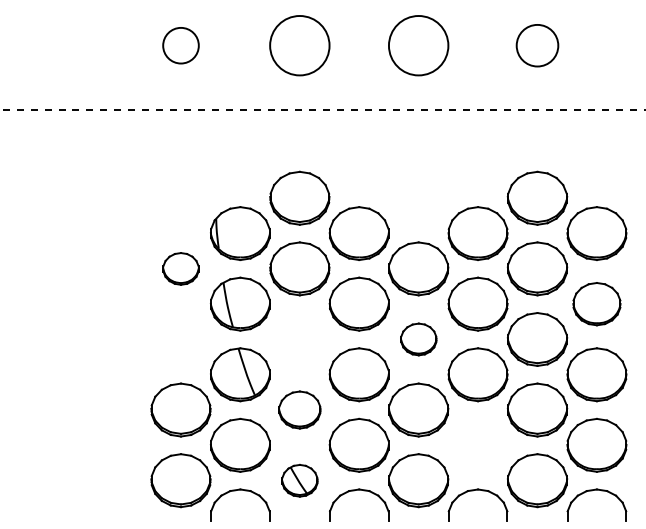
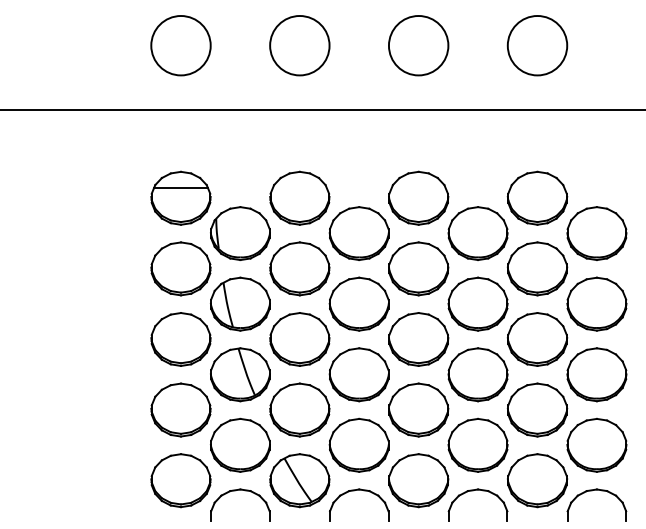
circle at (180, 45) diameter: 36 px -> 59 px
circle at (537, 45) diameter: 42 px -> 59 px
line at (323, 110): dashed -> solid
part at (180, 197): none -> present
part at (418, 197): none -> present
part at (180, 268) size: 38x34 px -> 62x56 px
part at (596, 304) size: 50x45 px -> 62x56 px
part at (180, 339): none -> present
part at (299, 339): none -> present
part at (418, 339) size: 38x35 px -> 62x55 px
part at (299, 409) size: 44x40 px -> 62x56 px
part at (477, 444): none -> present
part at (299, 480) size: 38x34 px -> 62x56 px
